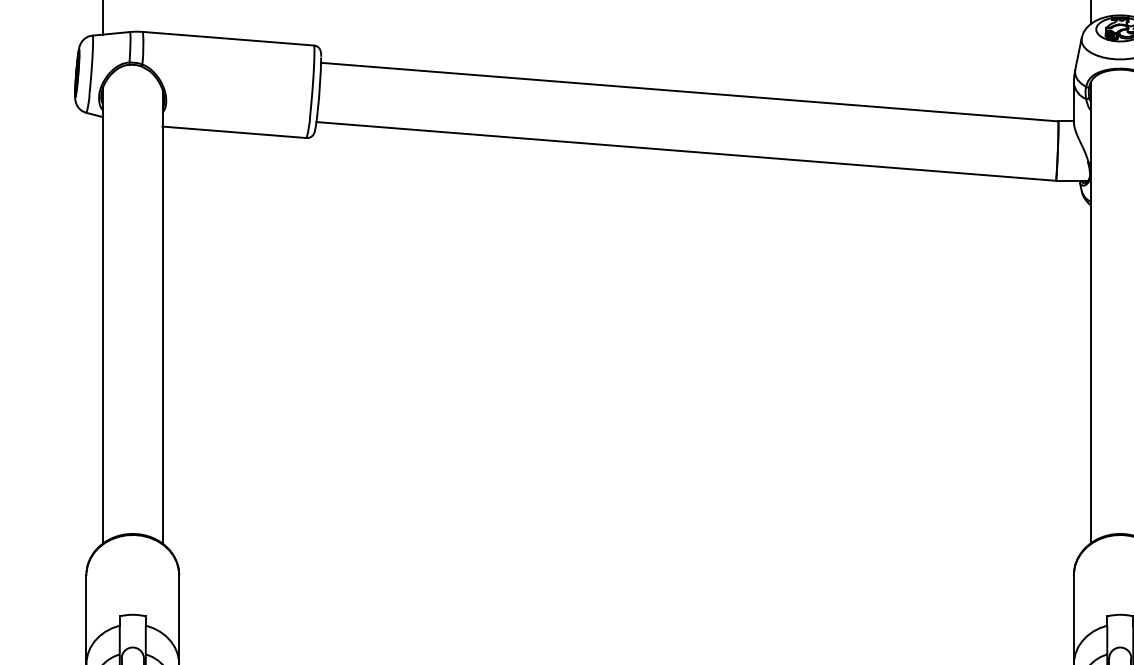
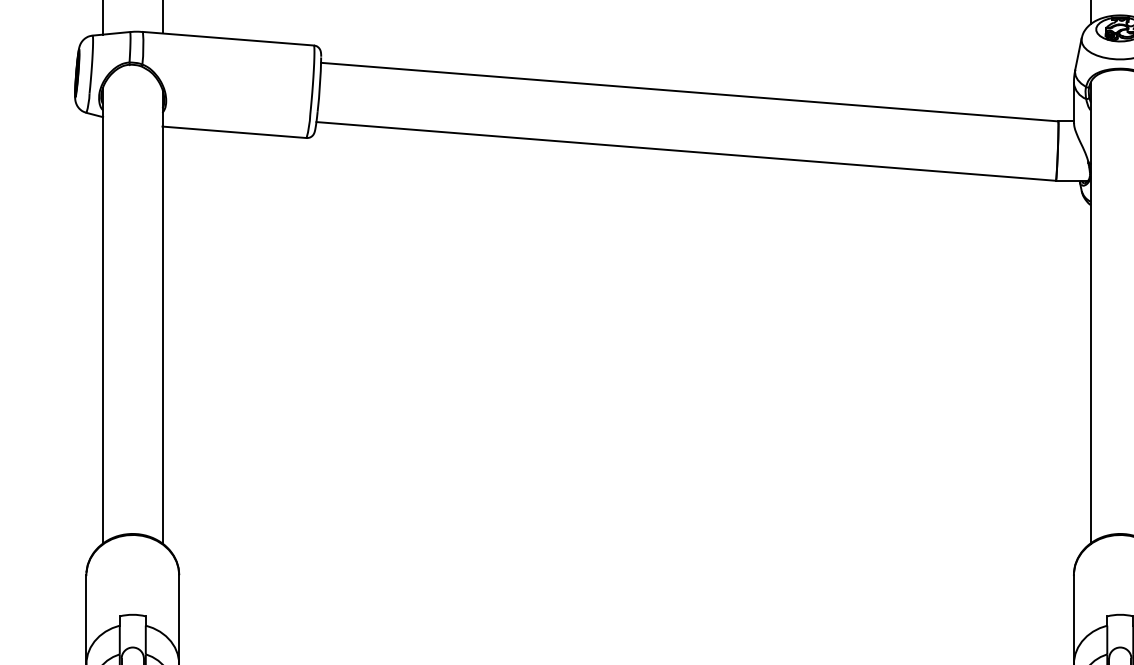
line at (162, 17): none -> present
